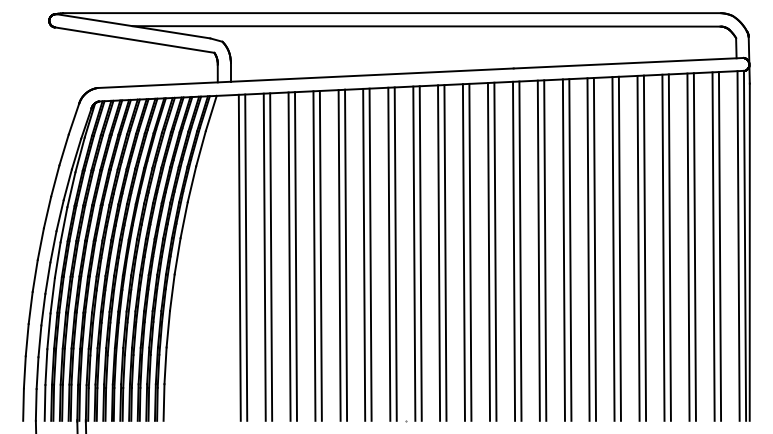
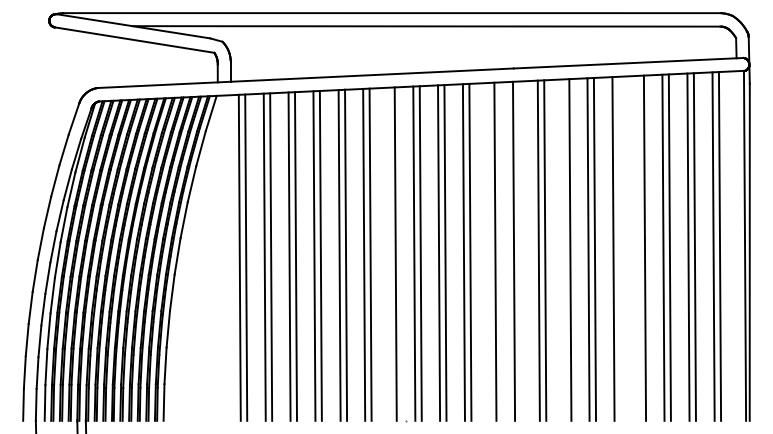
line at (738, 245): present -> none
line at (638, 247): present -> none
line at (619, 248): present -> none
line at (563, 249): present -> none
line at (520, 250): present -> none
line at (488, 251): present -> none
line at (389, 253): present -> none
